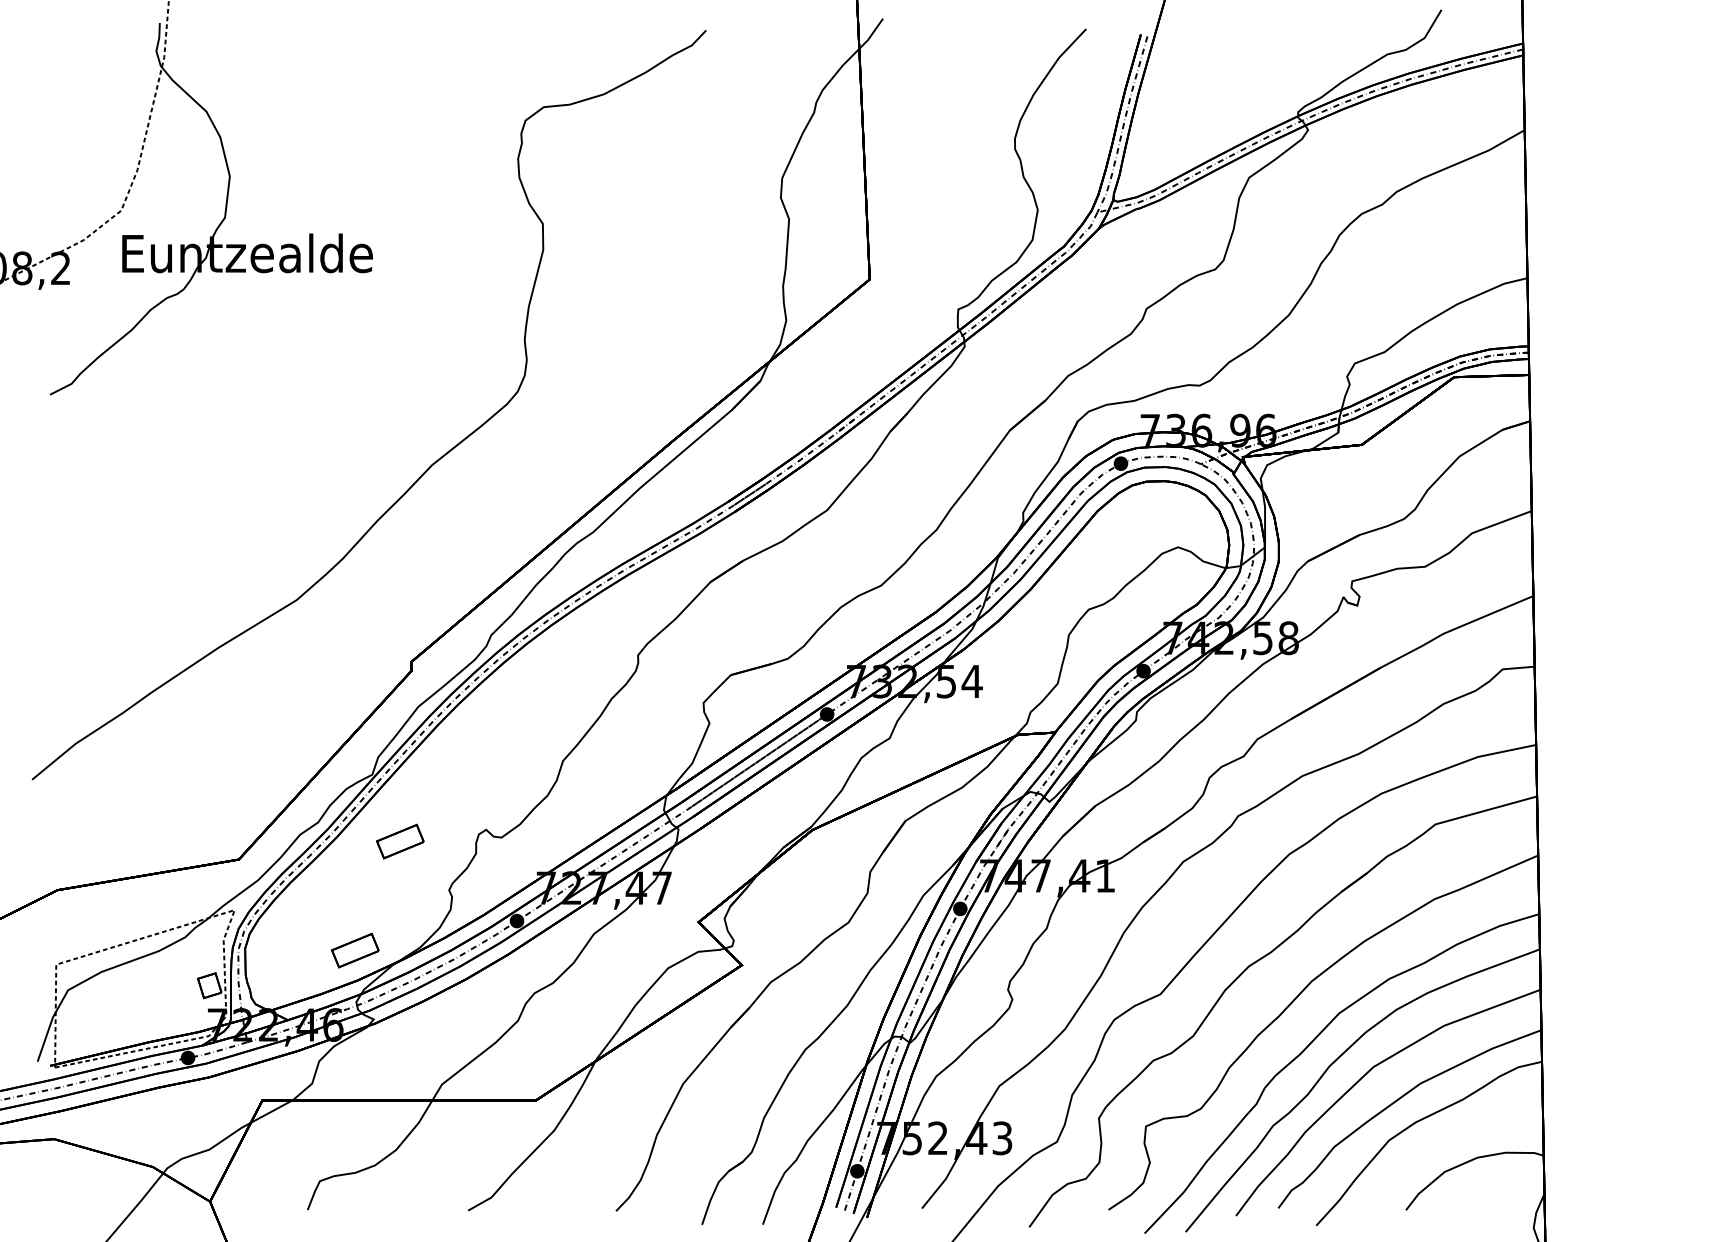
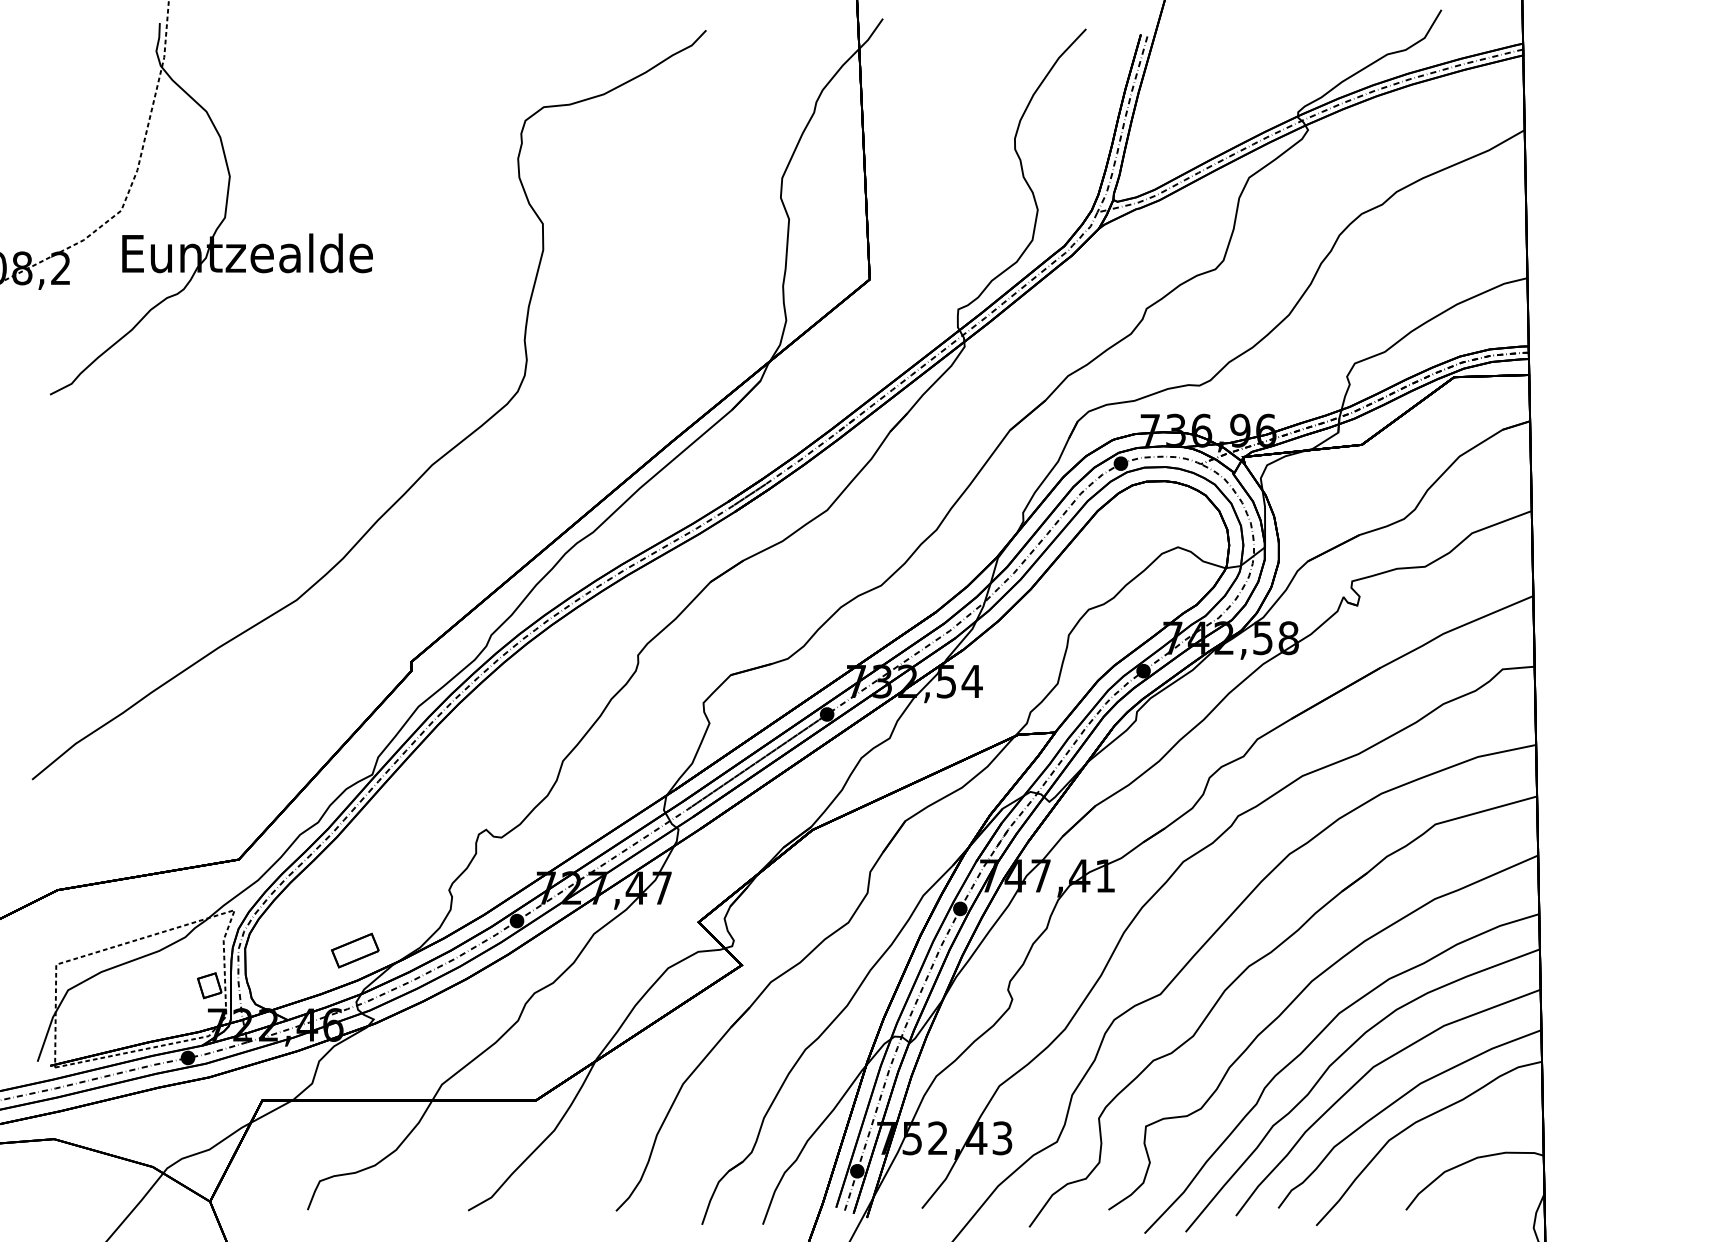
part at (400, 841): present -> none
